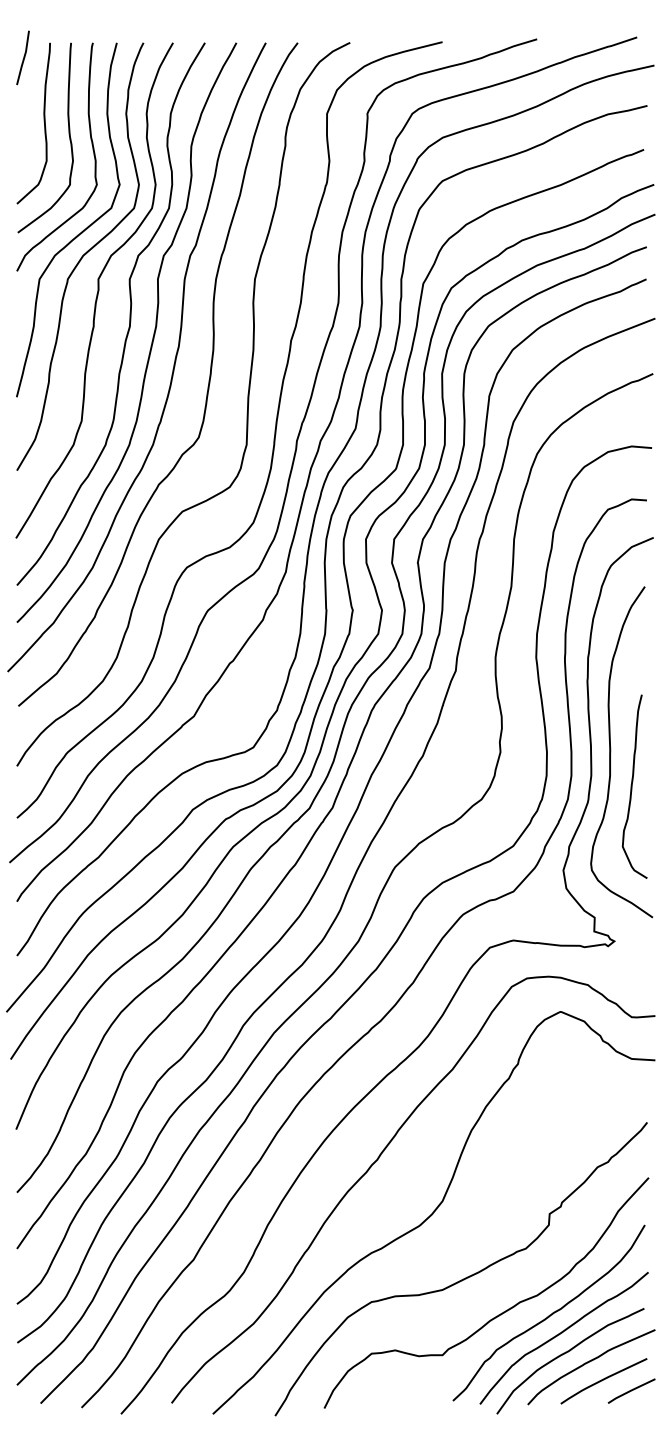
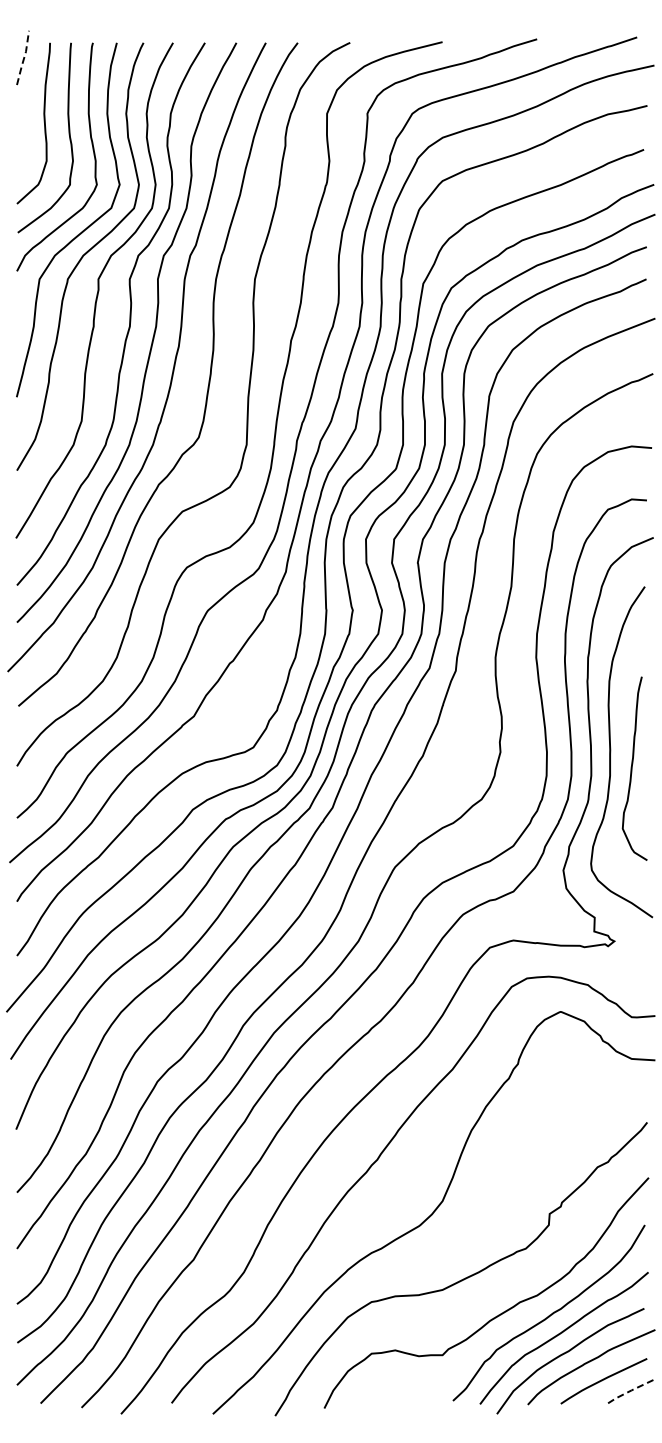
line at (24, 58): solid -> dashed
curve at (632, 786) position: (632, 786) -> (632, 768)
line at (631, 1390): solid -> dashed
